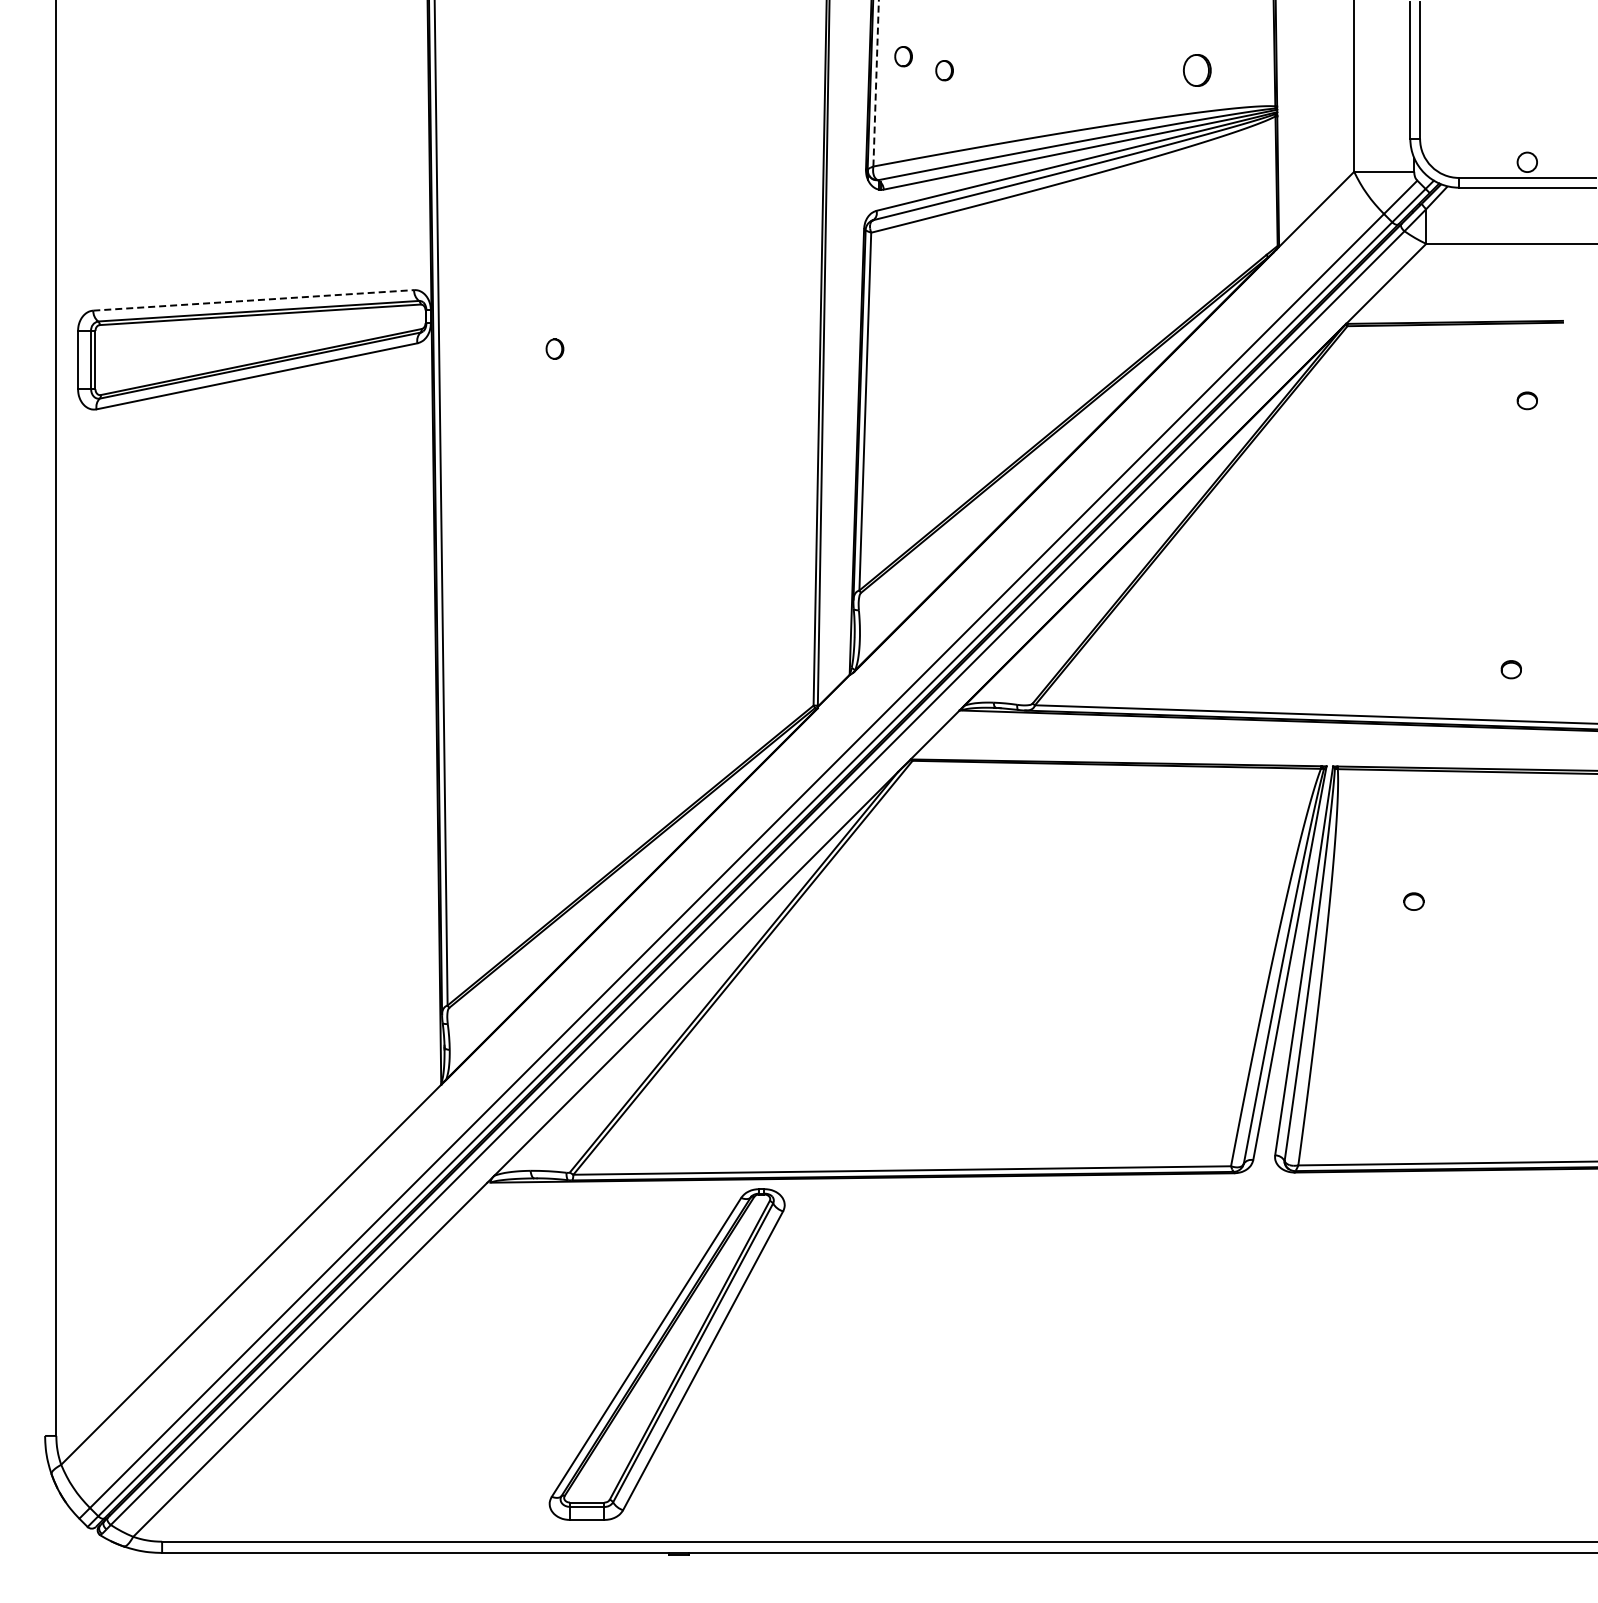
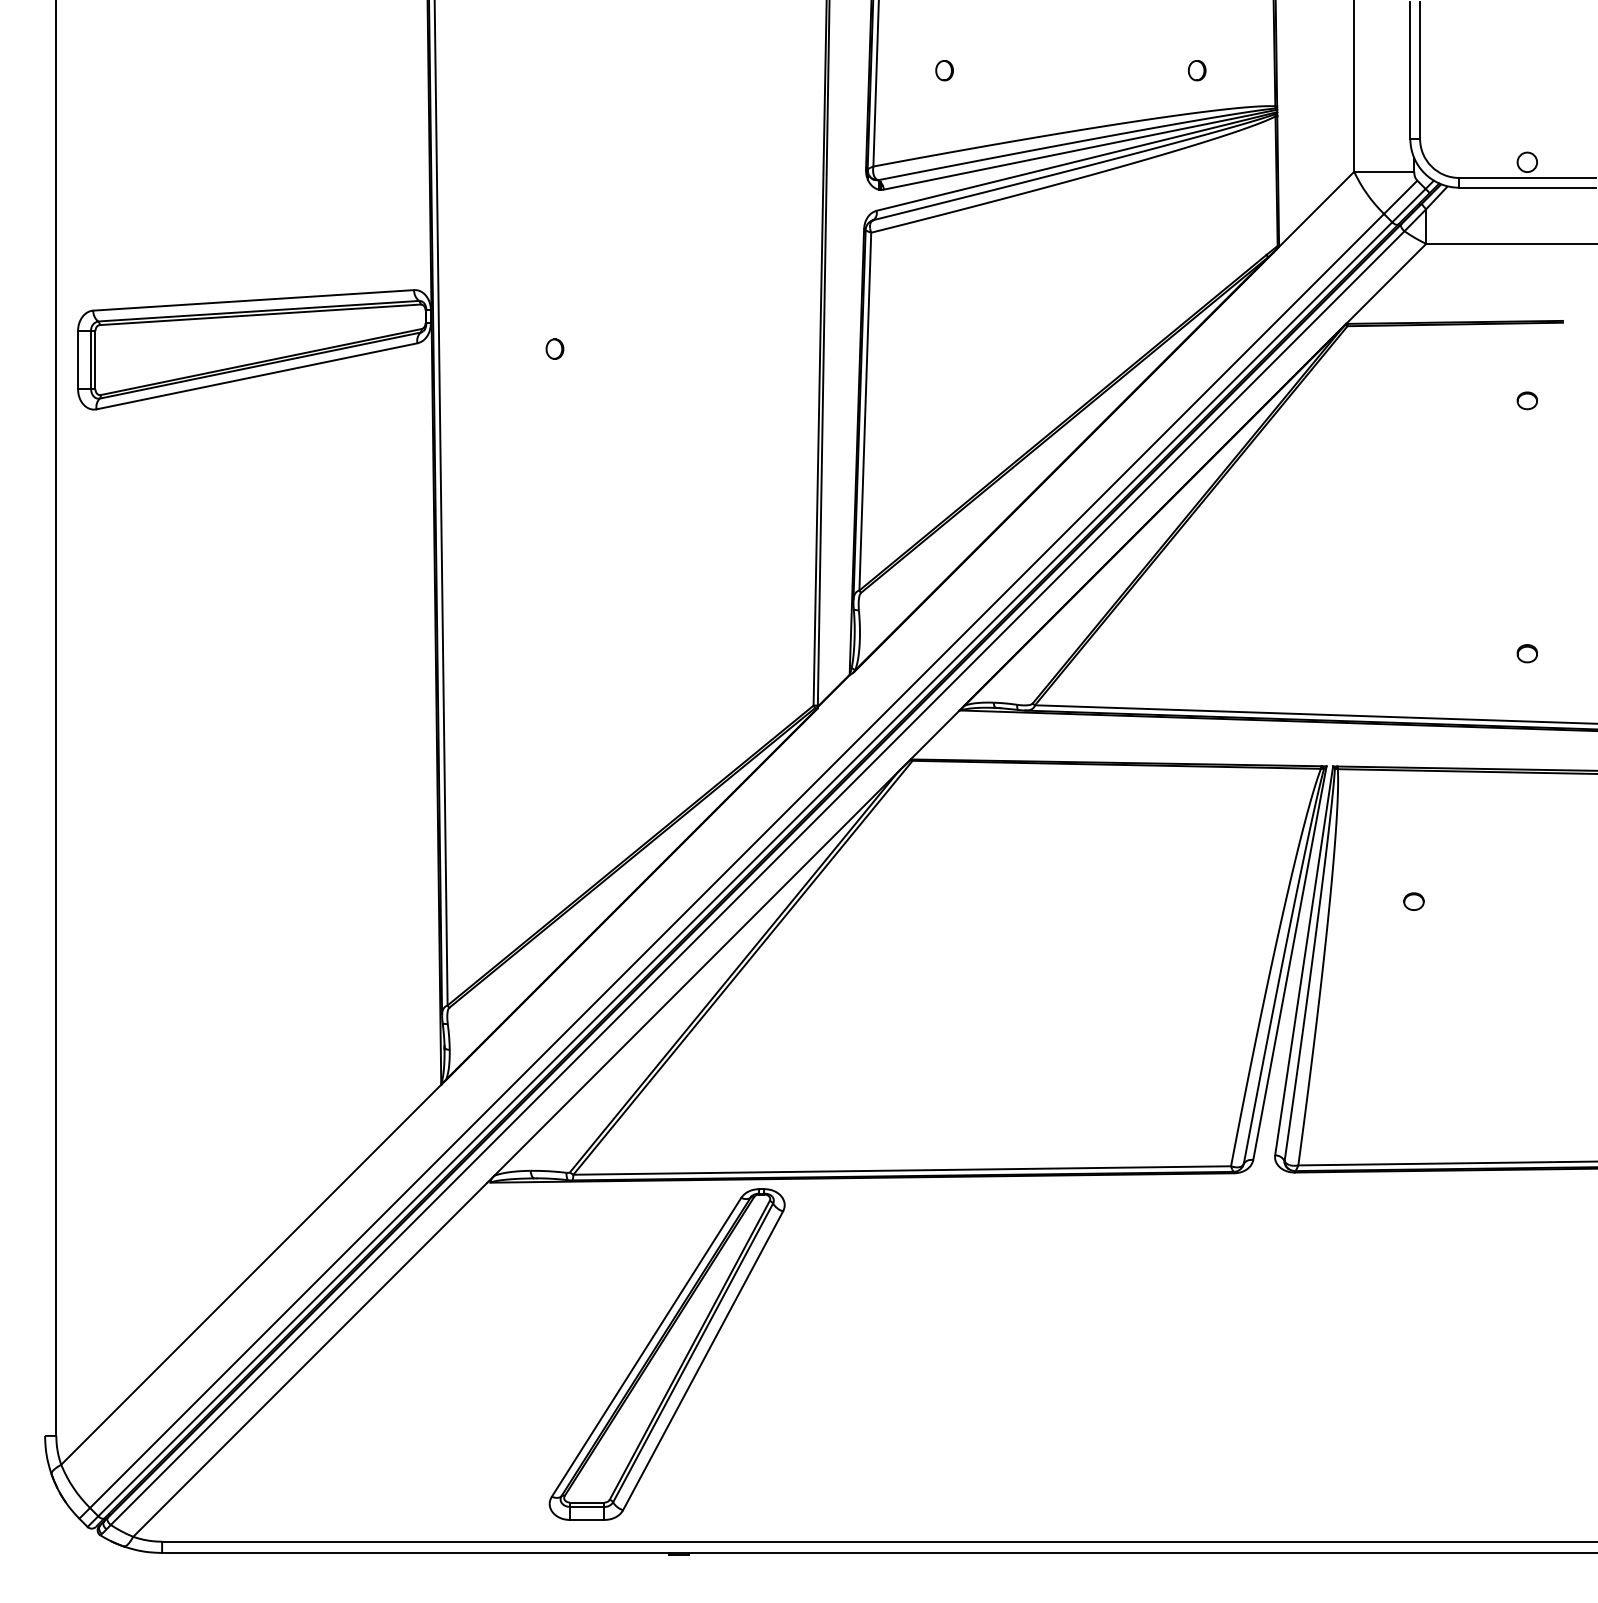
part at (903, 56): present -> none
part at (1197, 70) size: 29x33 px -> 20x22 px
line at (876, 83): dashed -> solid
line at (253, 300): dashed -> solid
part at (1510, 669) position: (1510, 669) -> (1526, 653)
